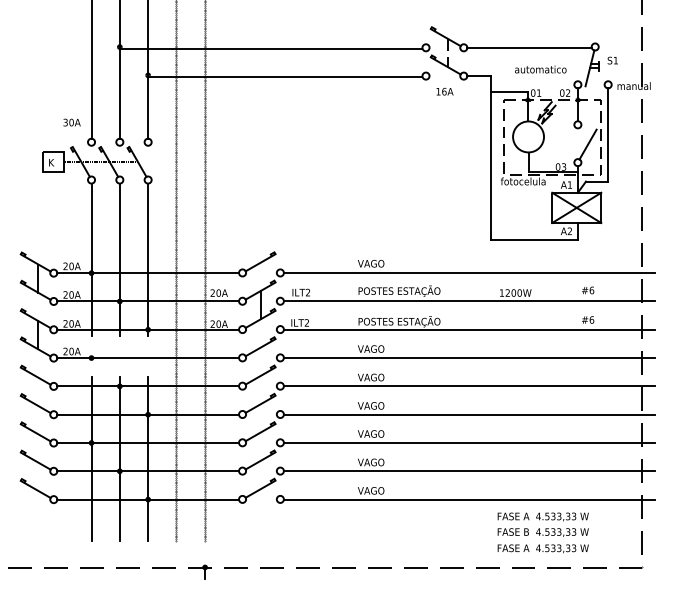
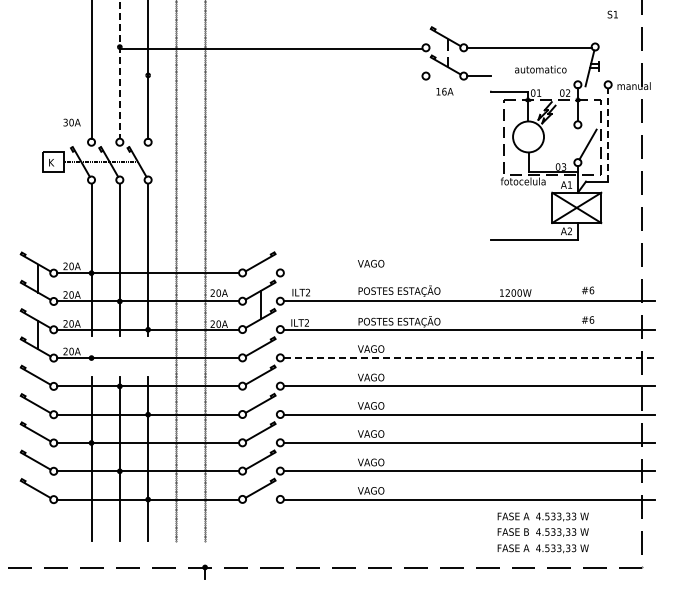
text at (612, 60) position: (612, 60) -> (612, 14)
line at (119, 69): solid -> dashed
line at (284, 76): present -> none
line at (607, 134): solid -> dashed
line at (490, 158): present -> none
line at (468, 273): present -> none
line at (469, 358): solid -> dashed
